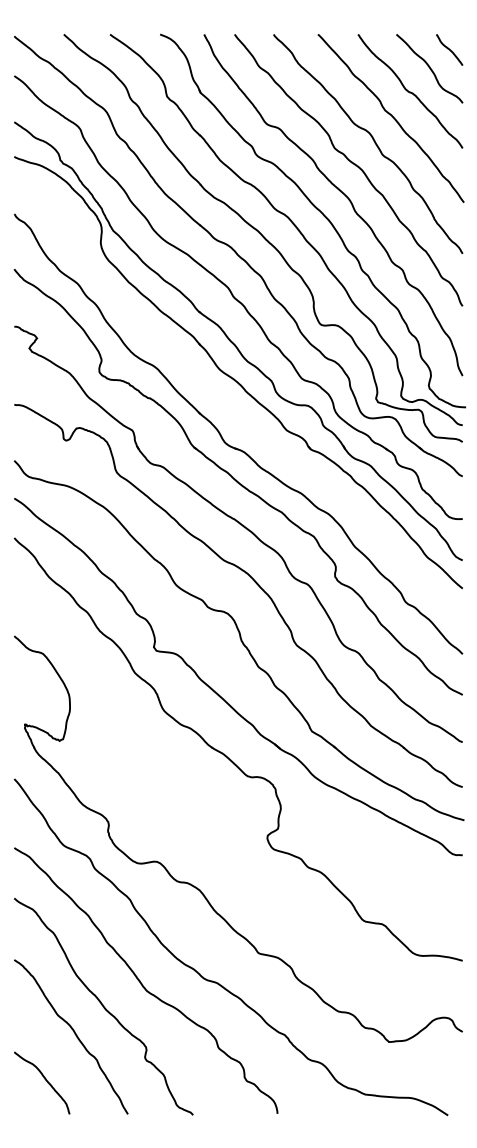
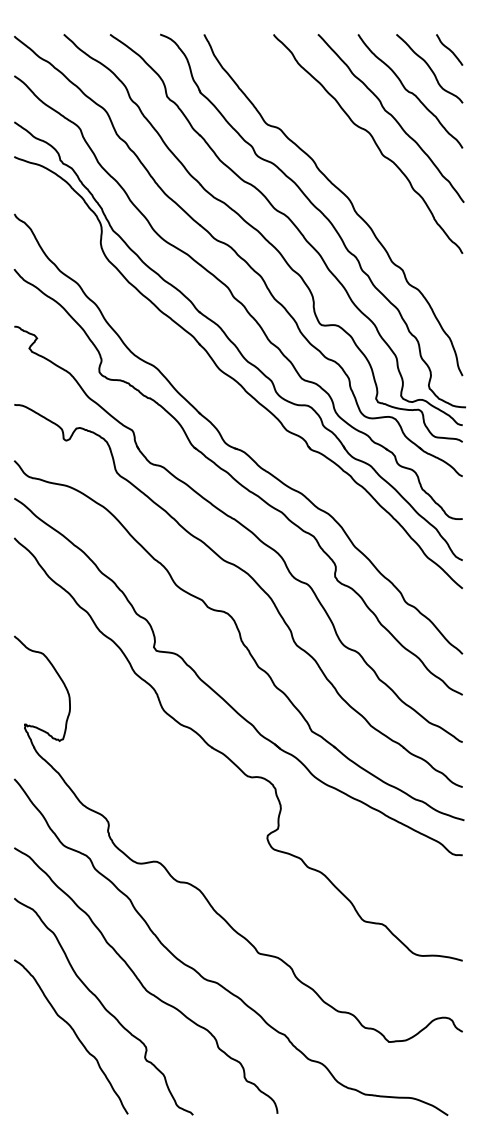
curve at (351, 163): present -> none
curve at (44, 1079): present -> none
